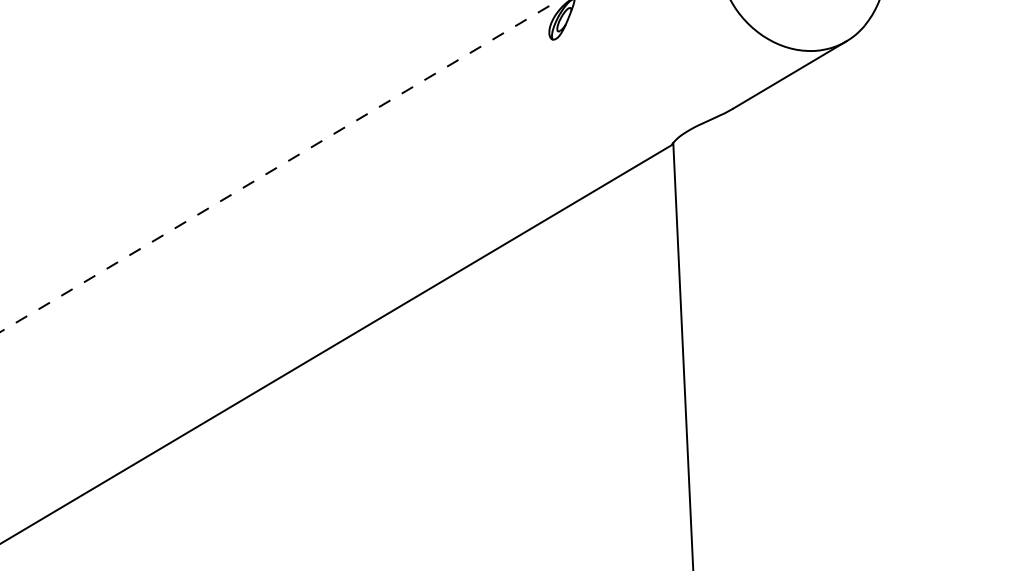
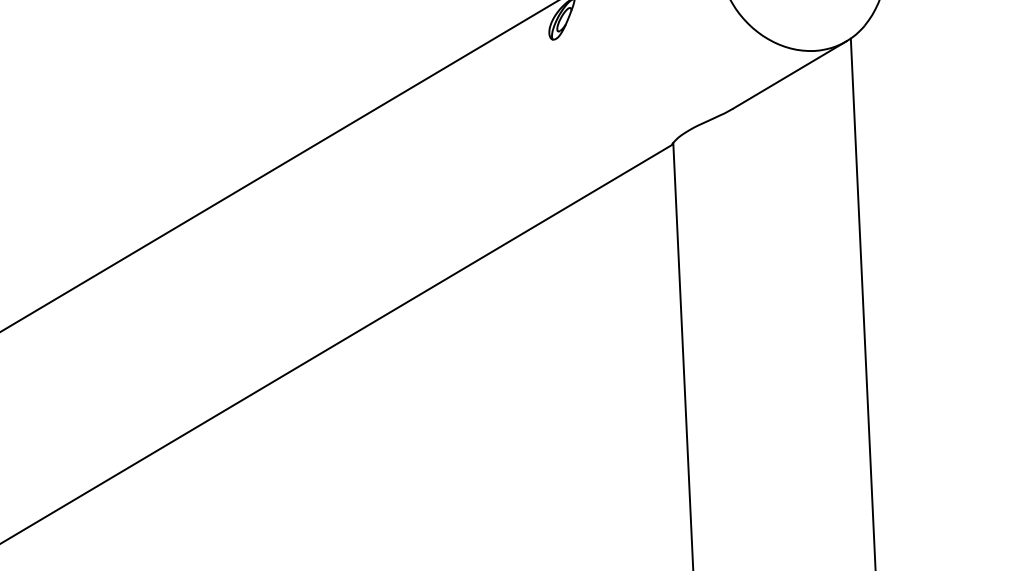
line at (280, 165): dashed -> solid
line at (862, 302): none -> present
